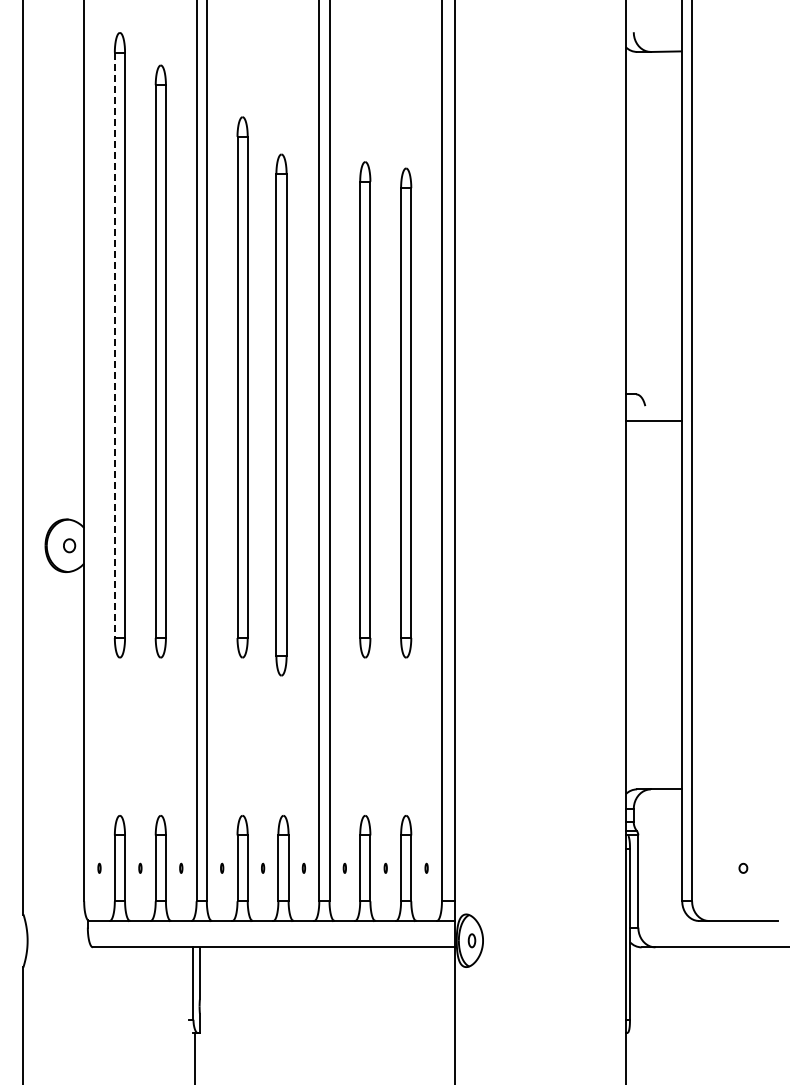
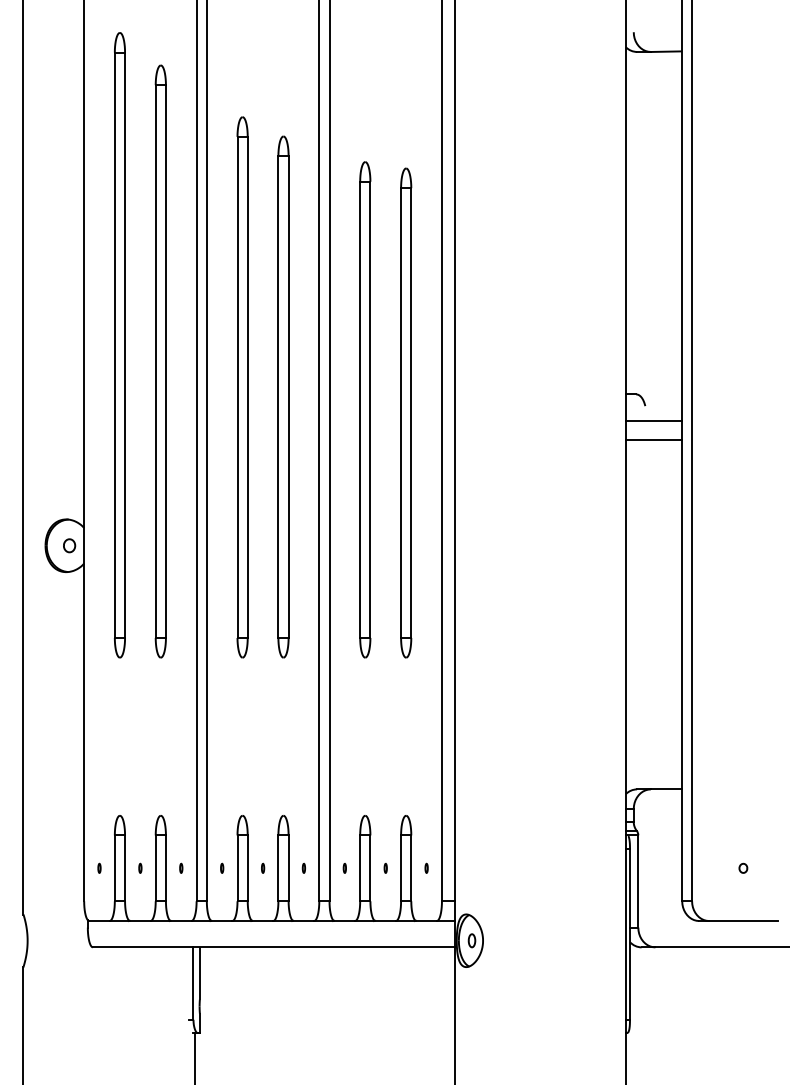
line at (114, 345): dashed -> solid
part at (281, 414) position: (281, 414) -> (283, 396)
line at (654, 440): none -> present
